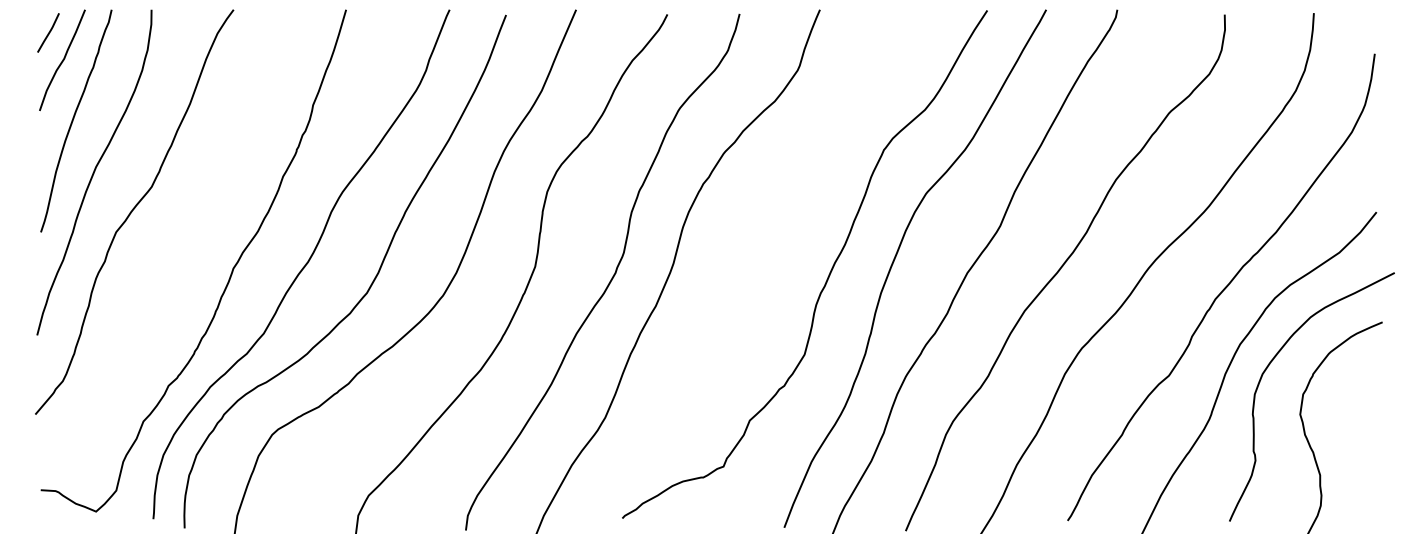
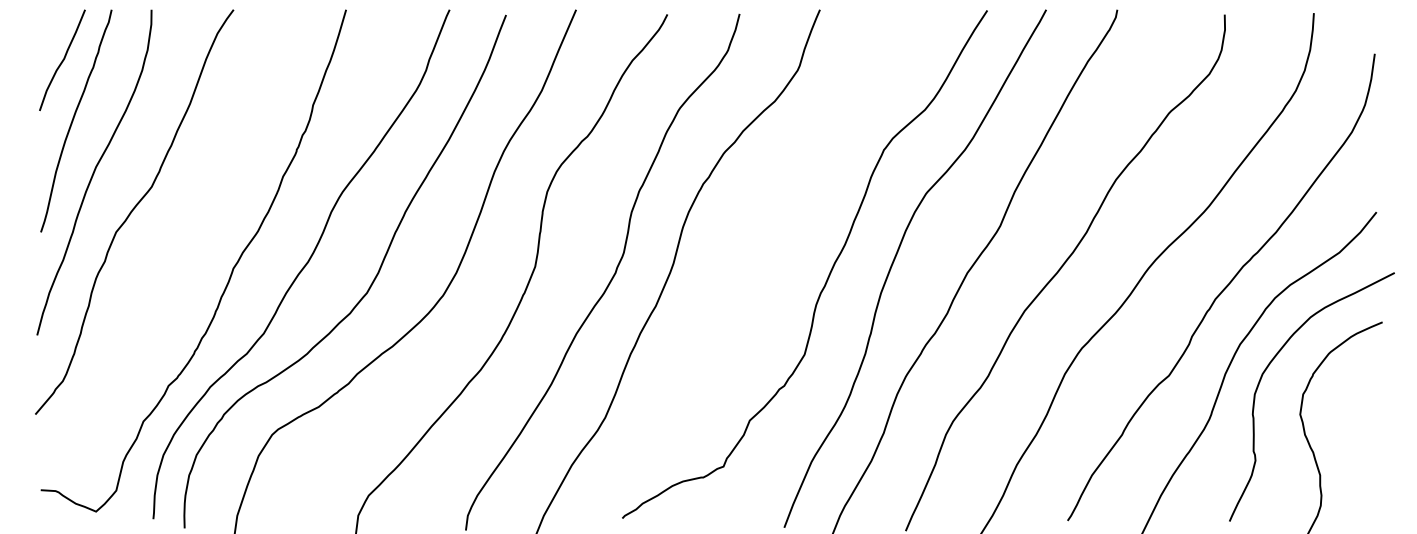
line at (48, 32): present -> none
